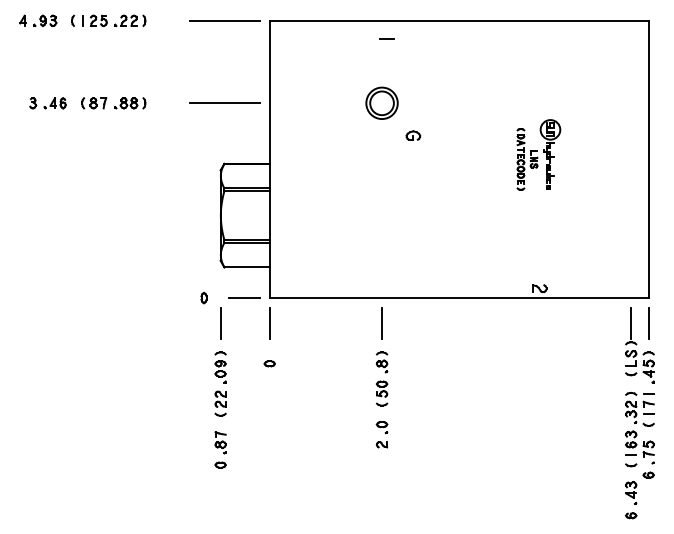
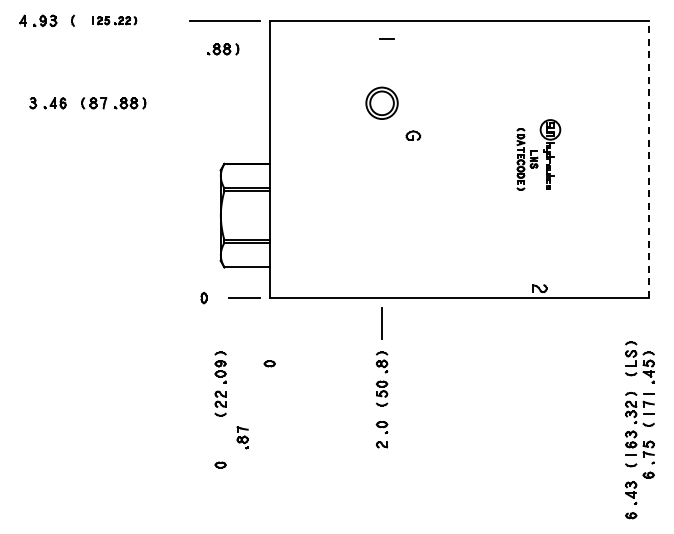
part at (114, 20) size: 65x13 px -> 46x10 px
part at (223, 49): none -> present
line at (224, 103): present -> none
line at (648, 159): solid -> dashed
line at (220, 323): present -> none
line at (269, 323): present -> none
line at (631, 323): present -> none
line at (648, 323): present -> none
part at (220, 442) position: (220, 442) -> (242, 437)
